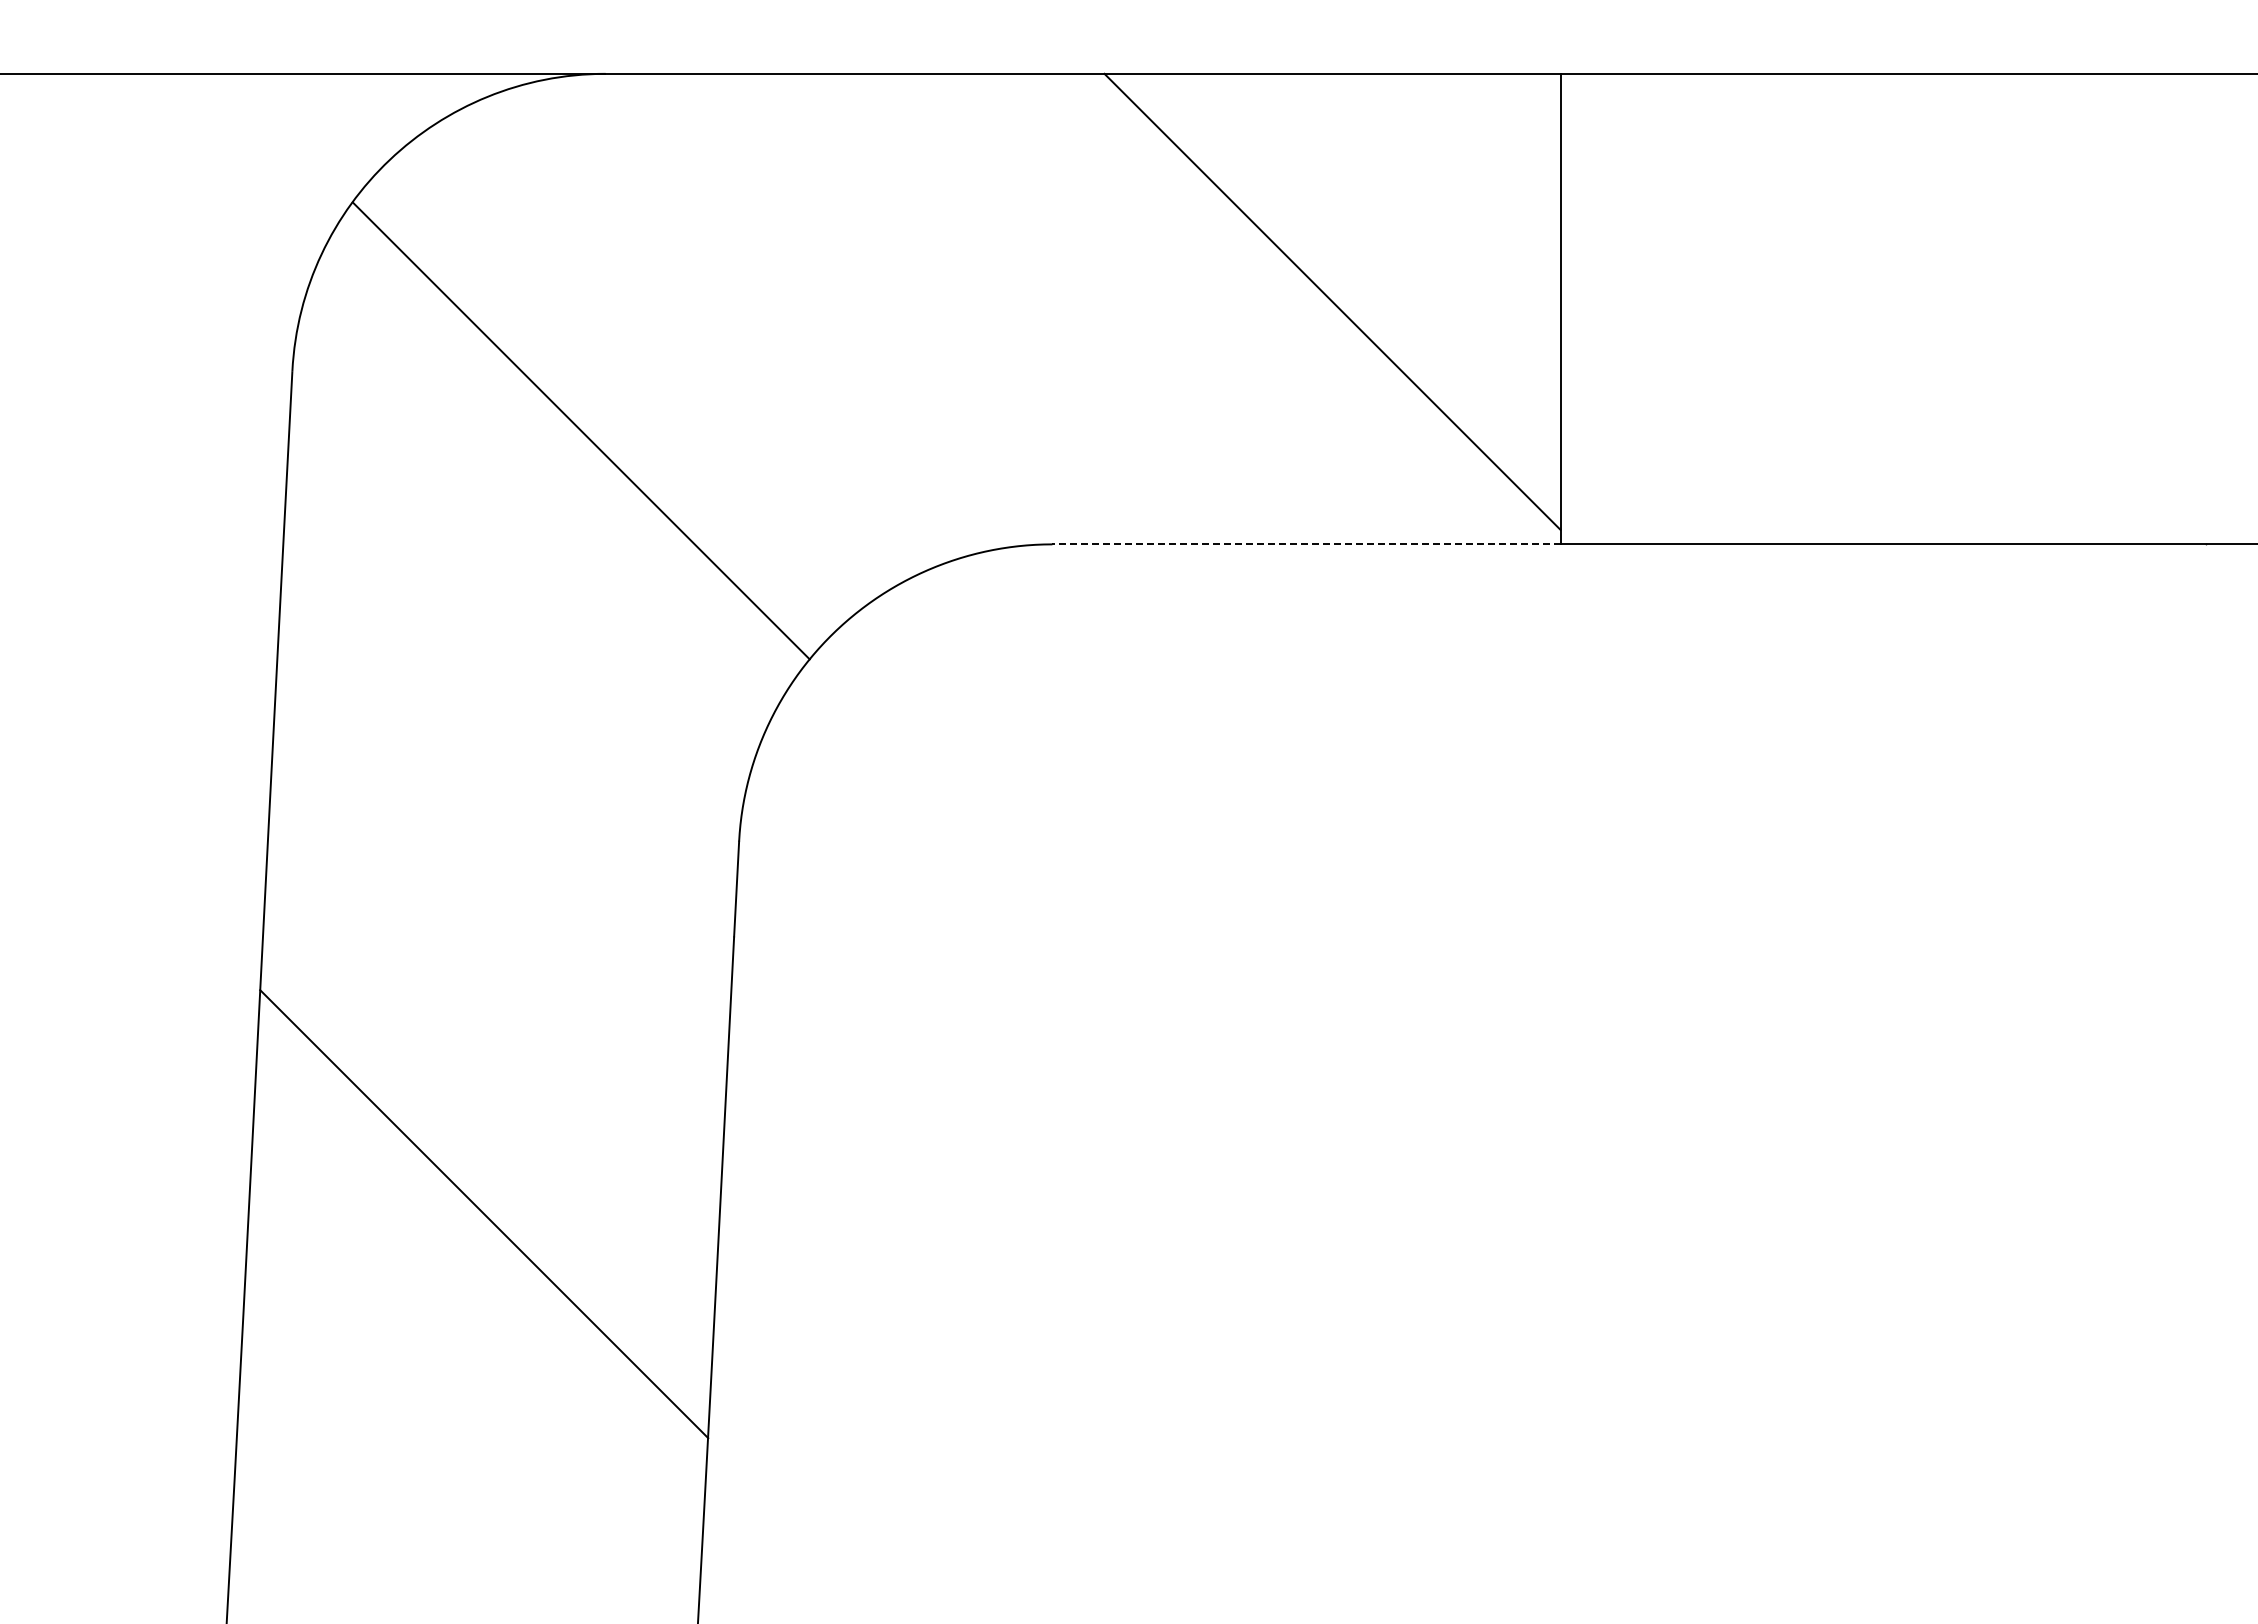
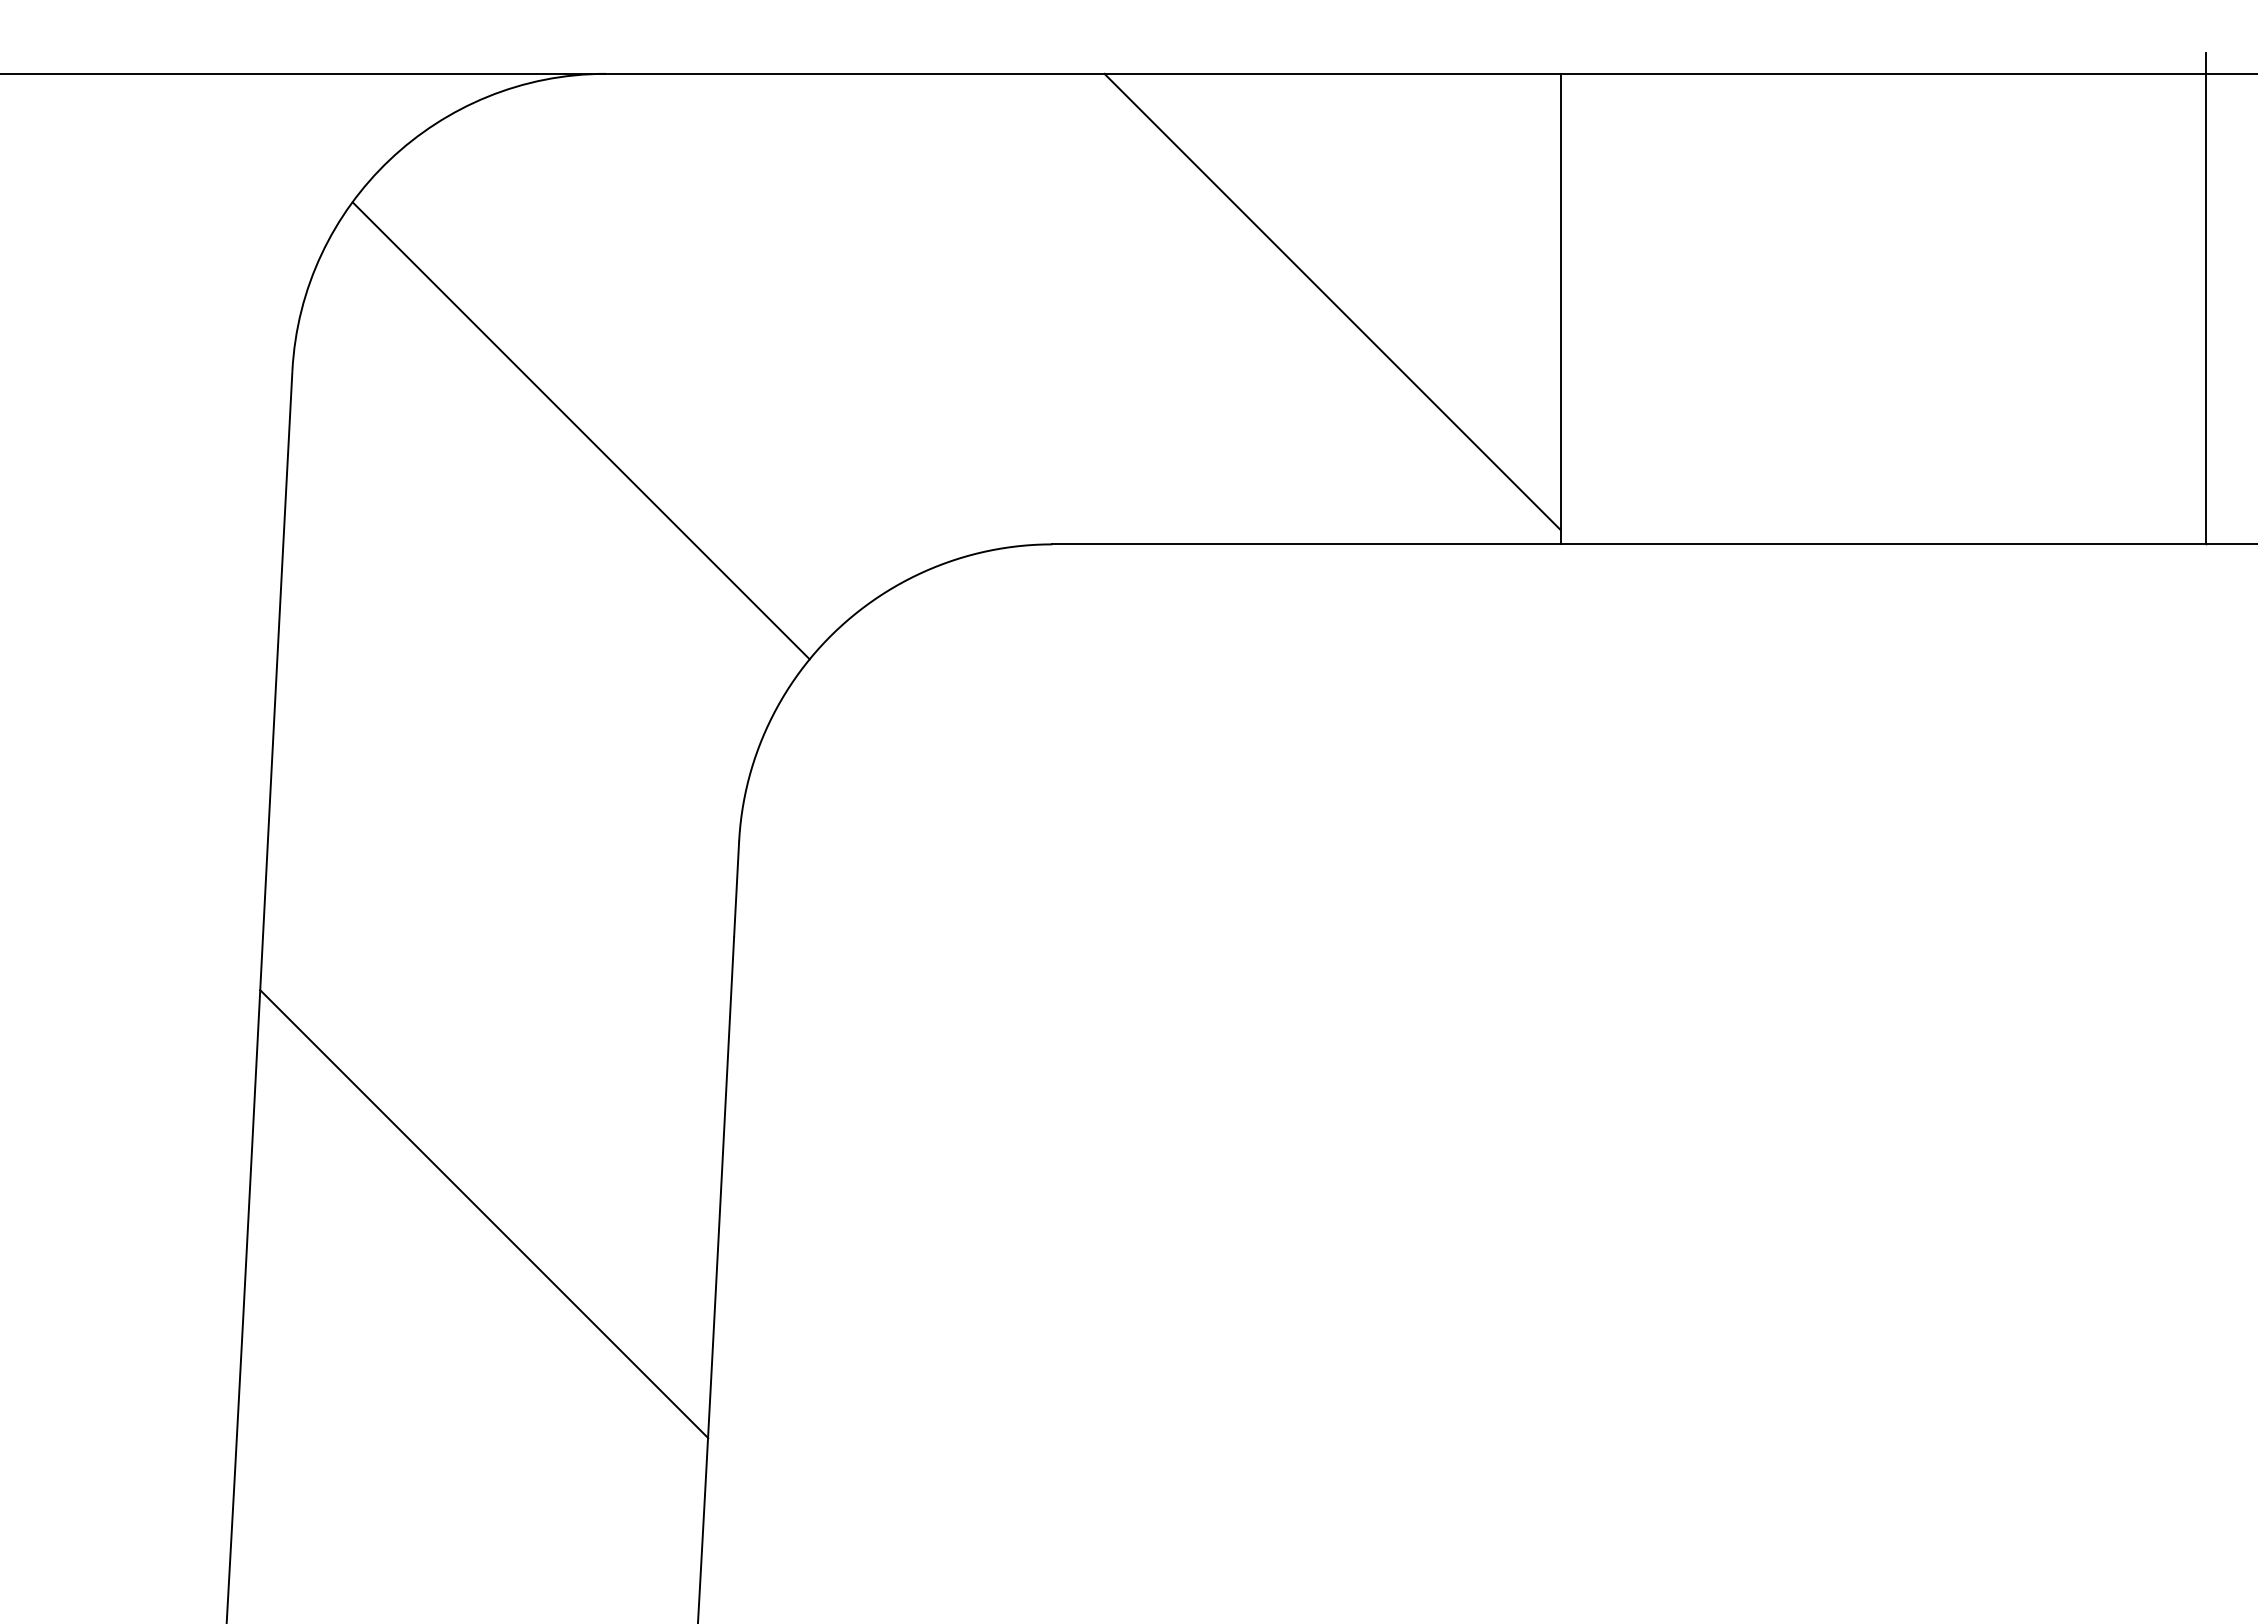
line at (2206, 298): none -> present
line at (1305, 544): dashed -> solid
